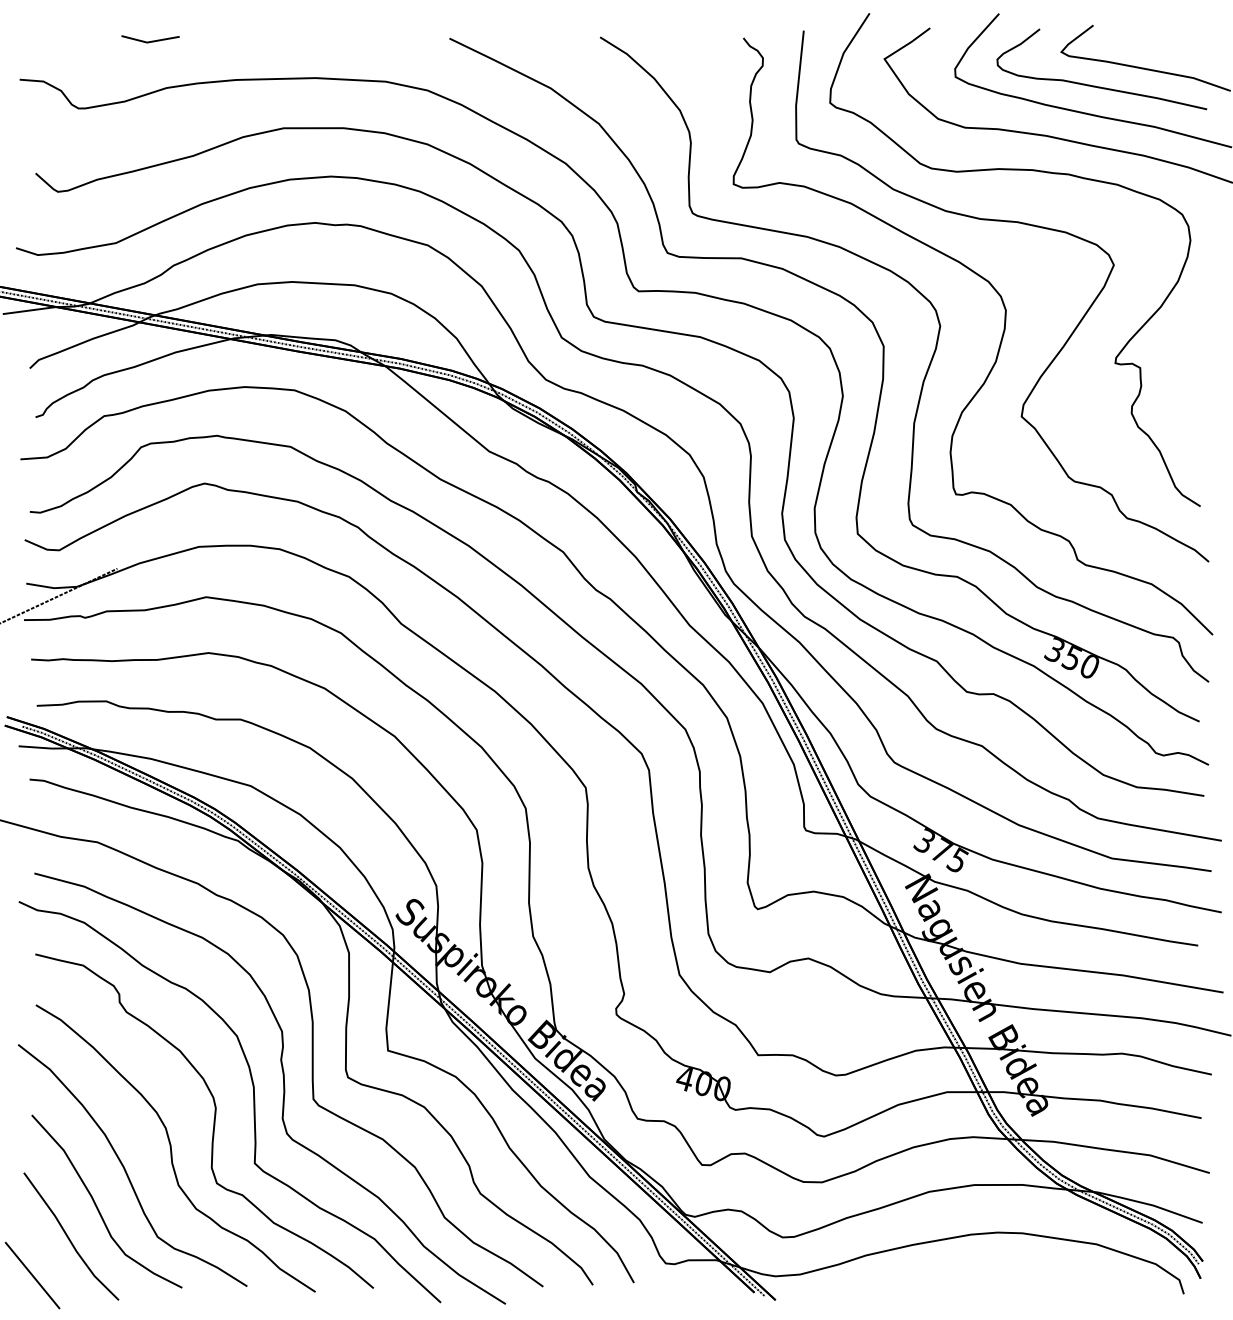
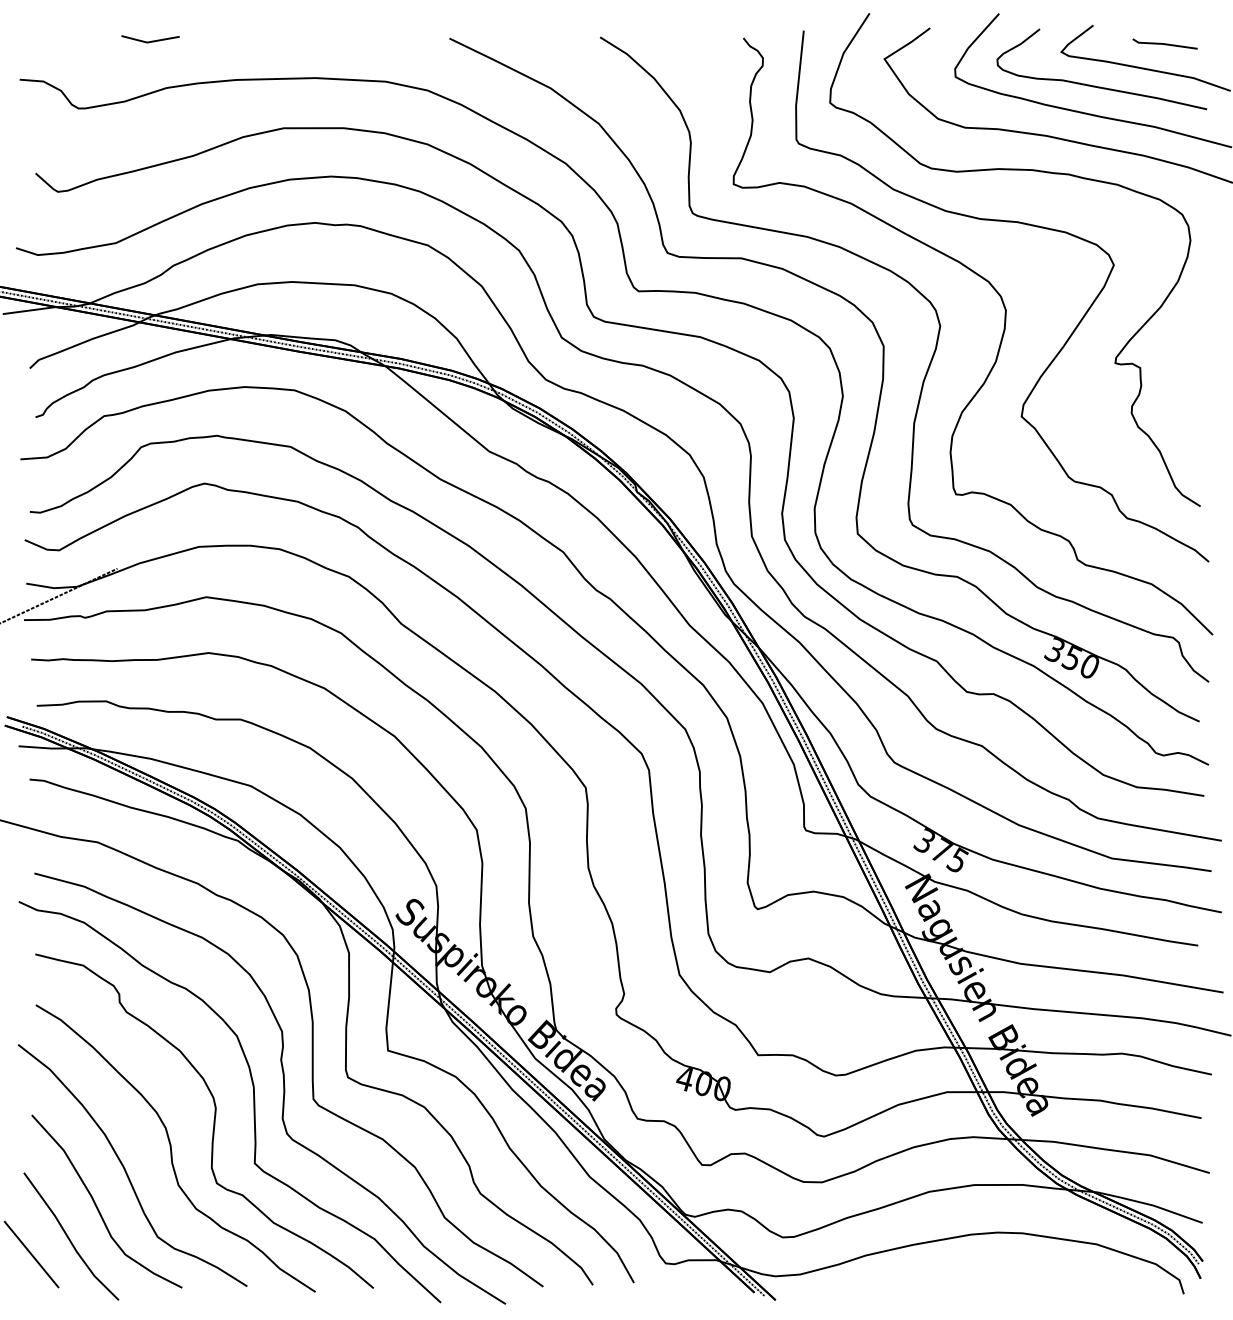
line at (1164, 43): none -> present
line at (32, 1275) position: (32, 1275) -> (31, 1254)
